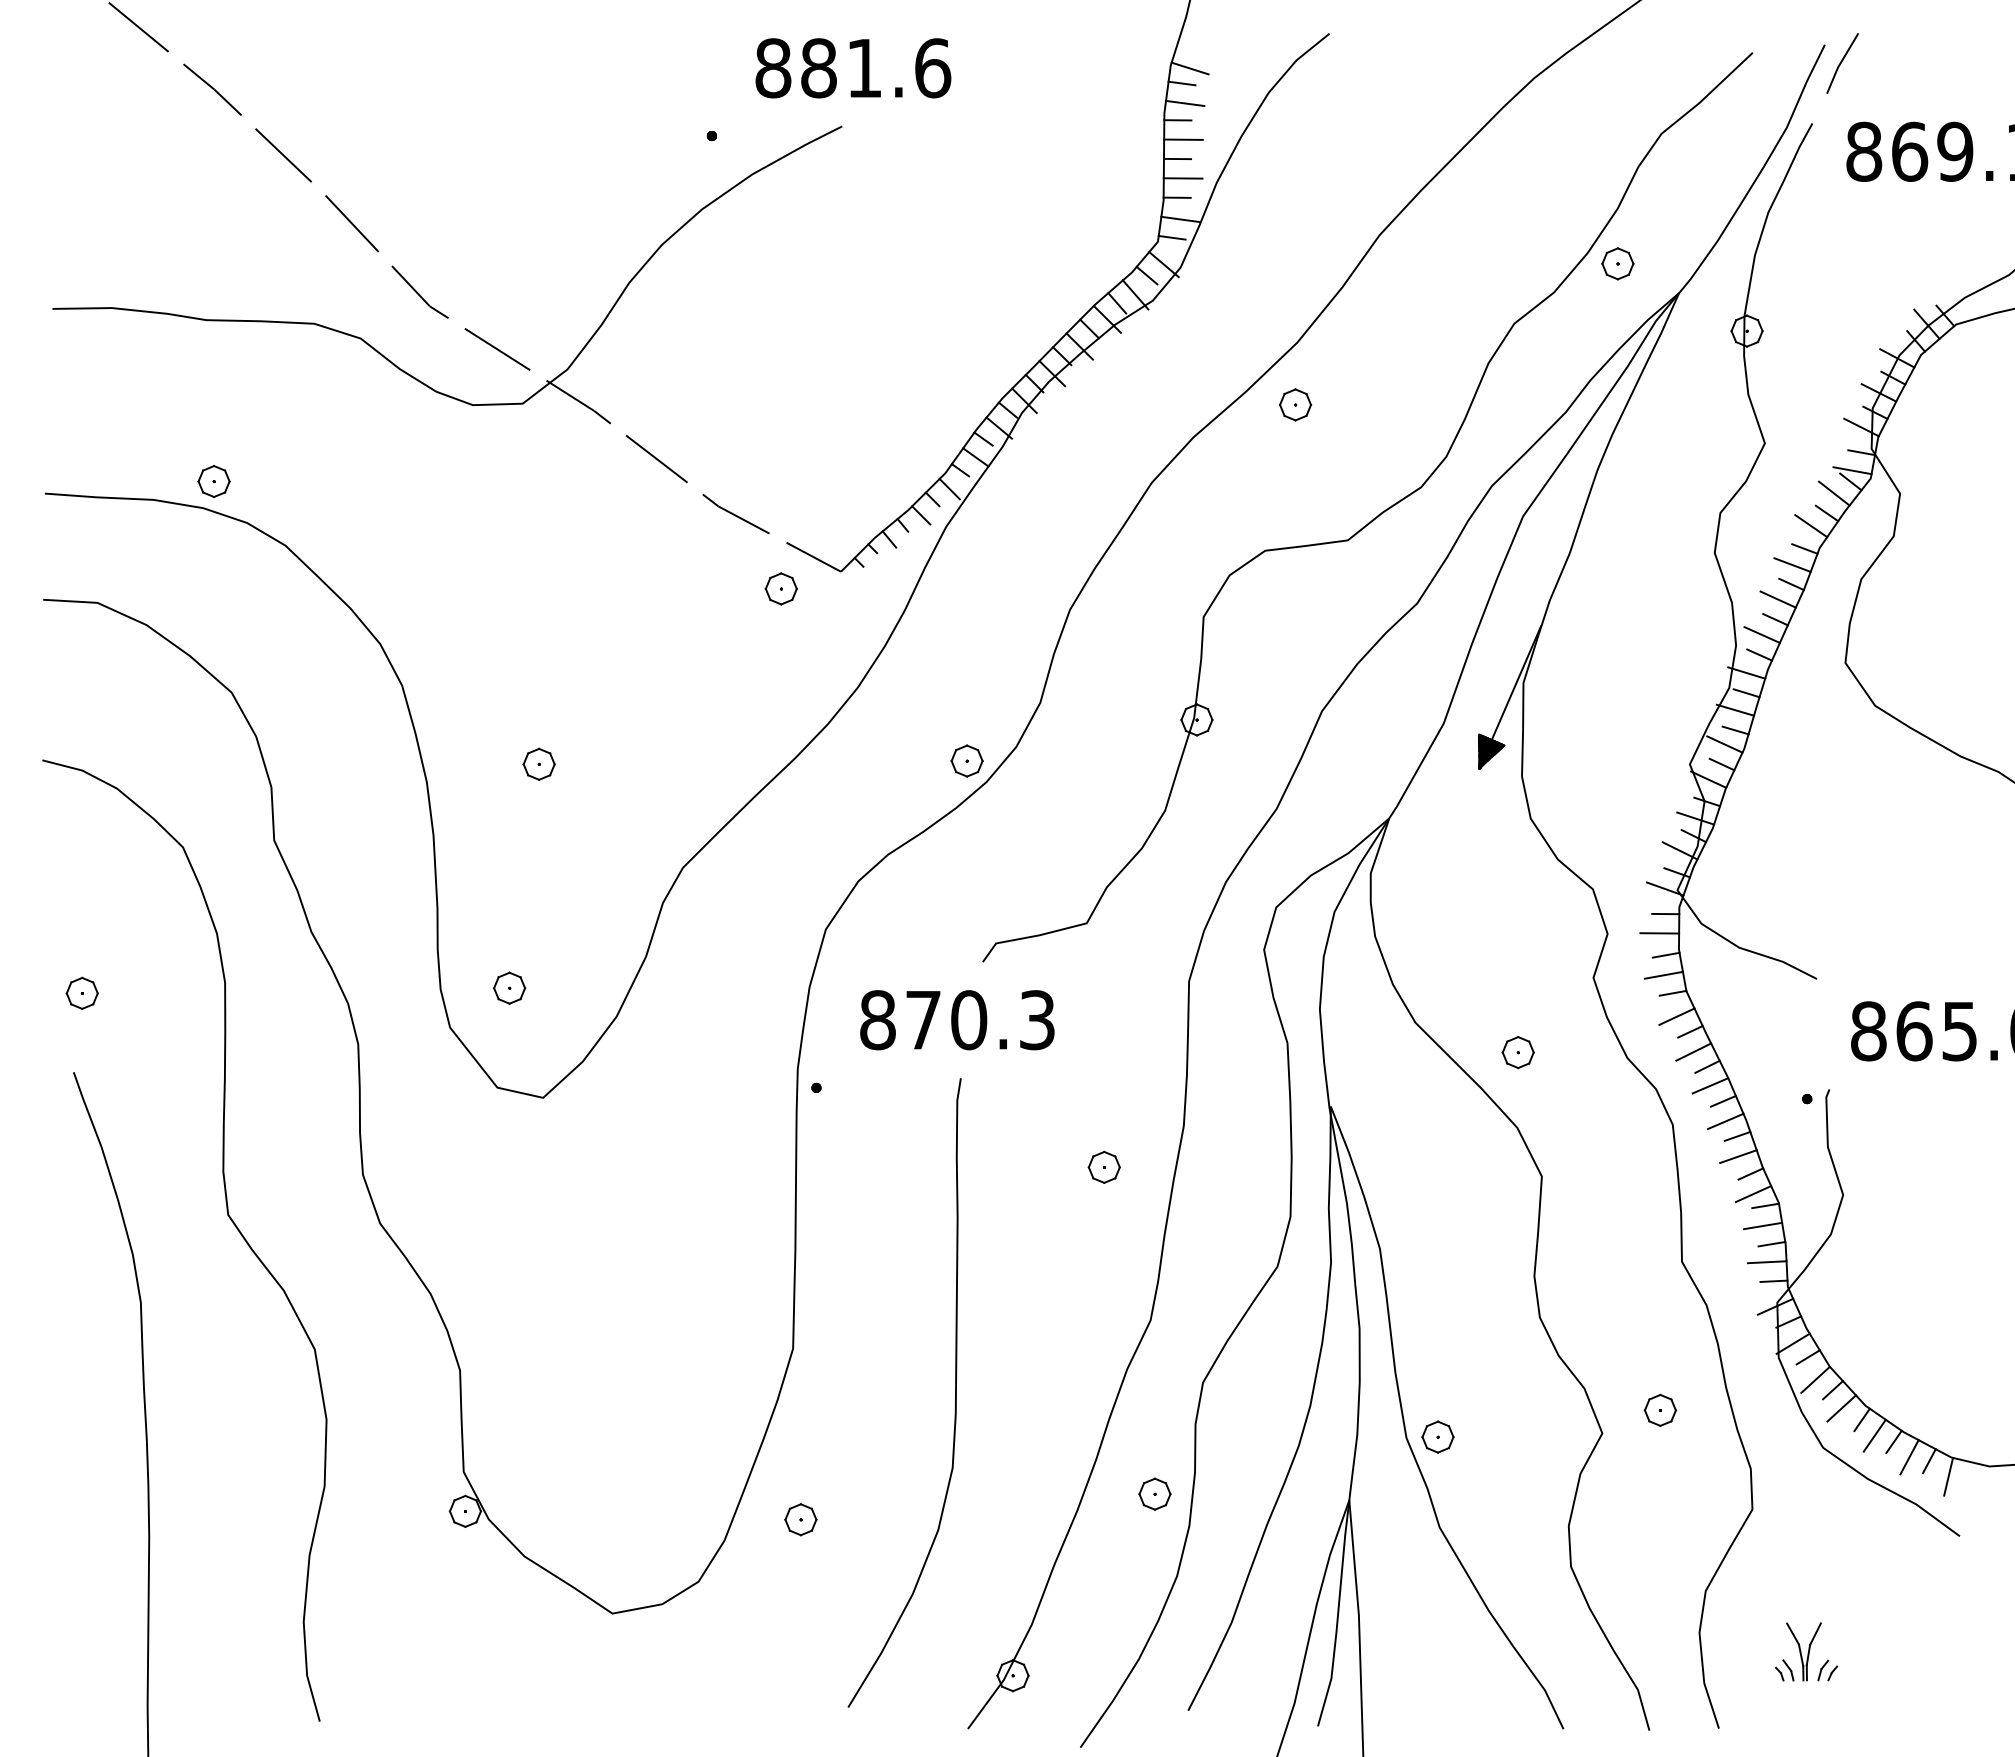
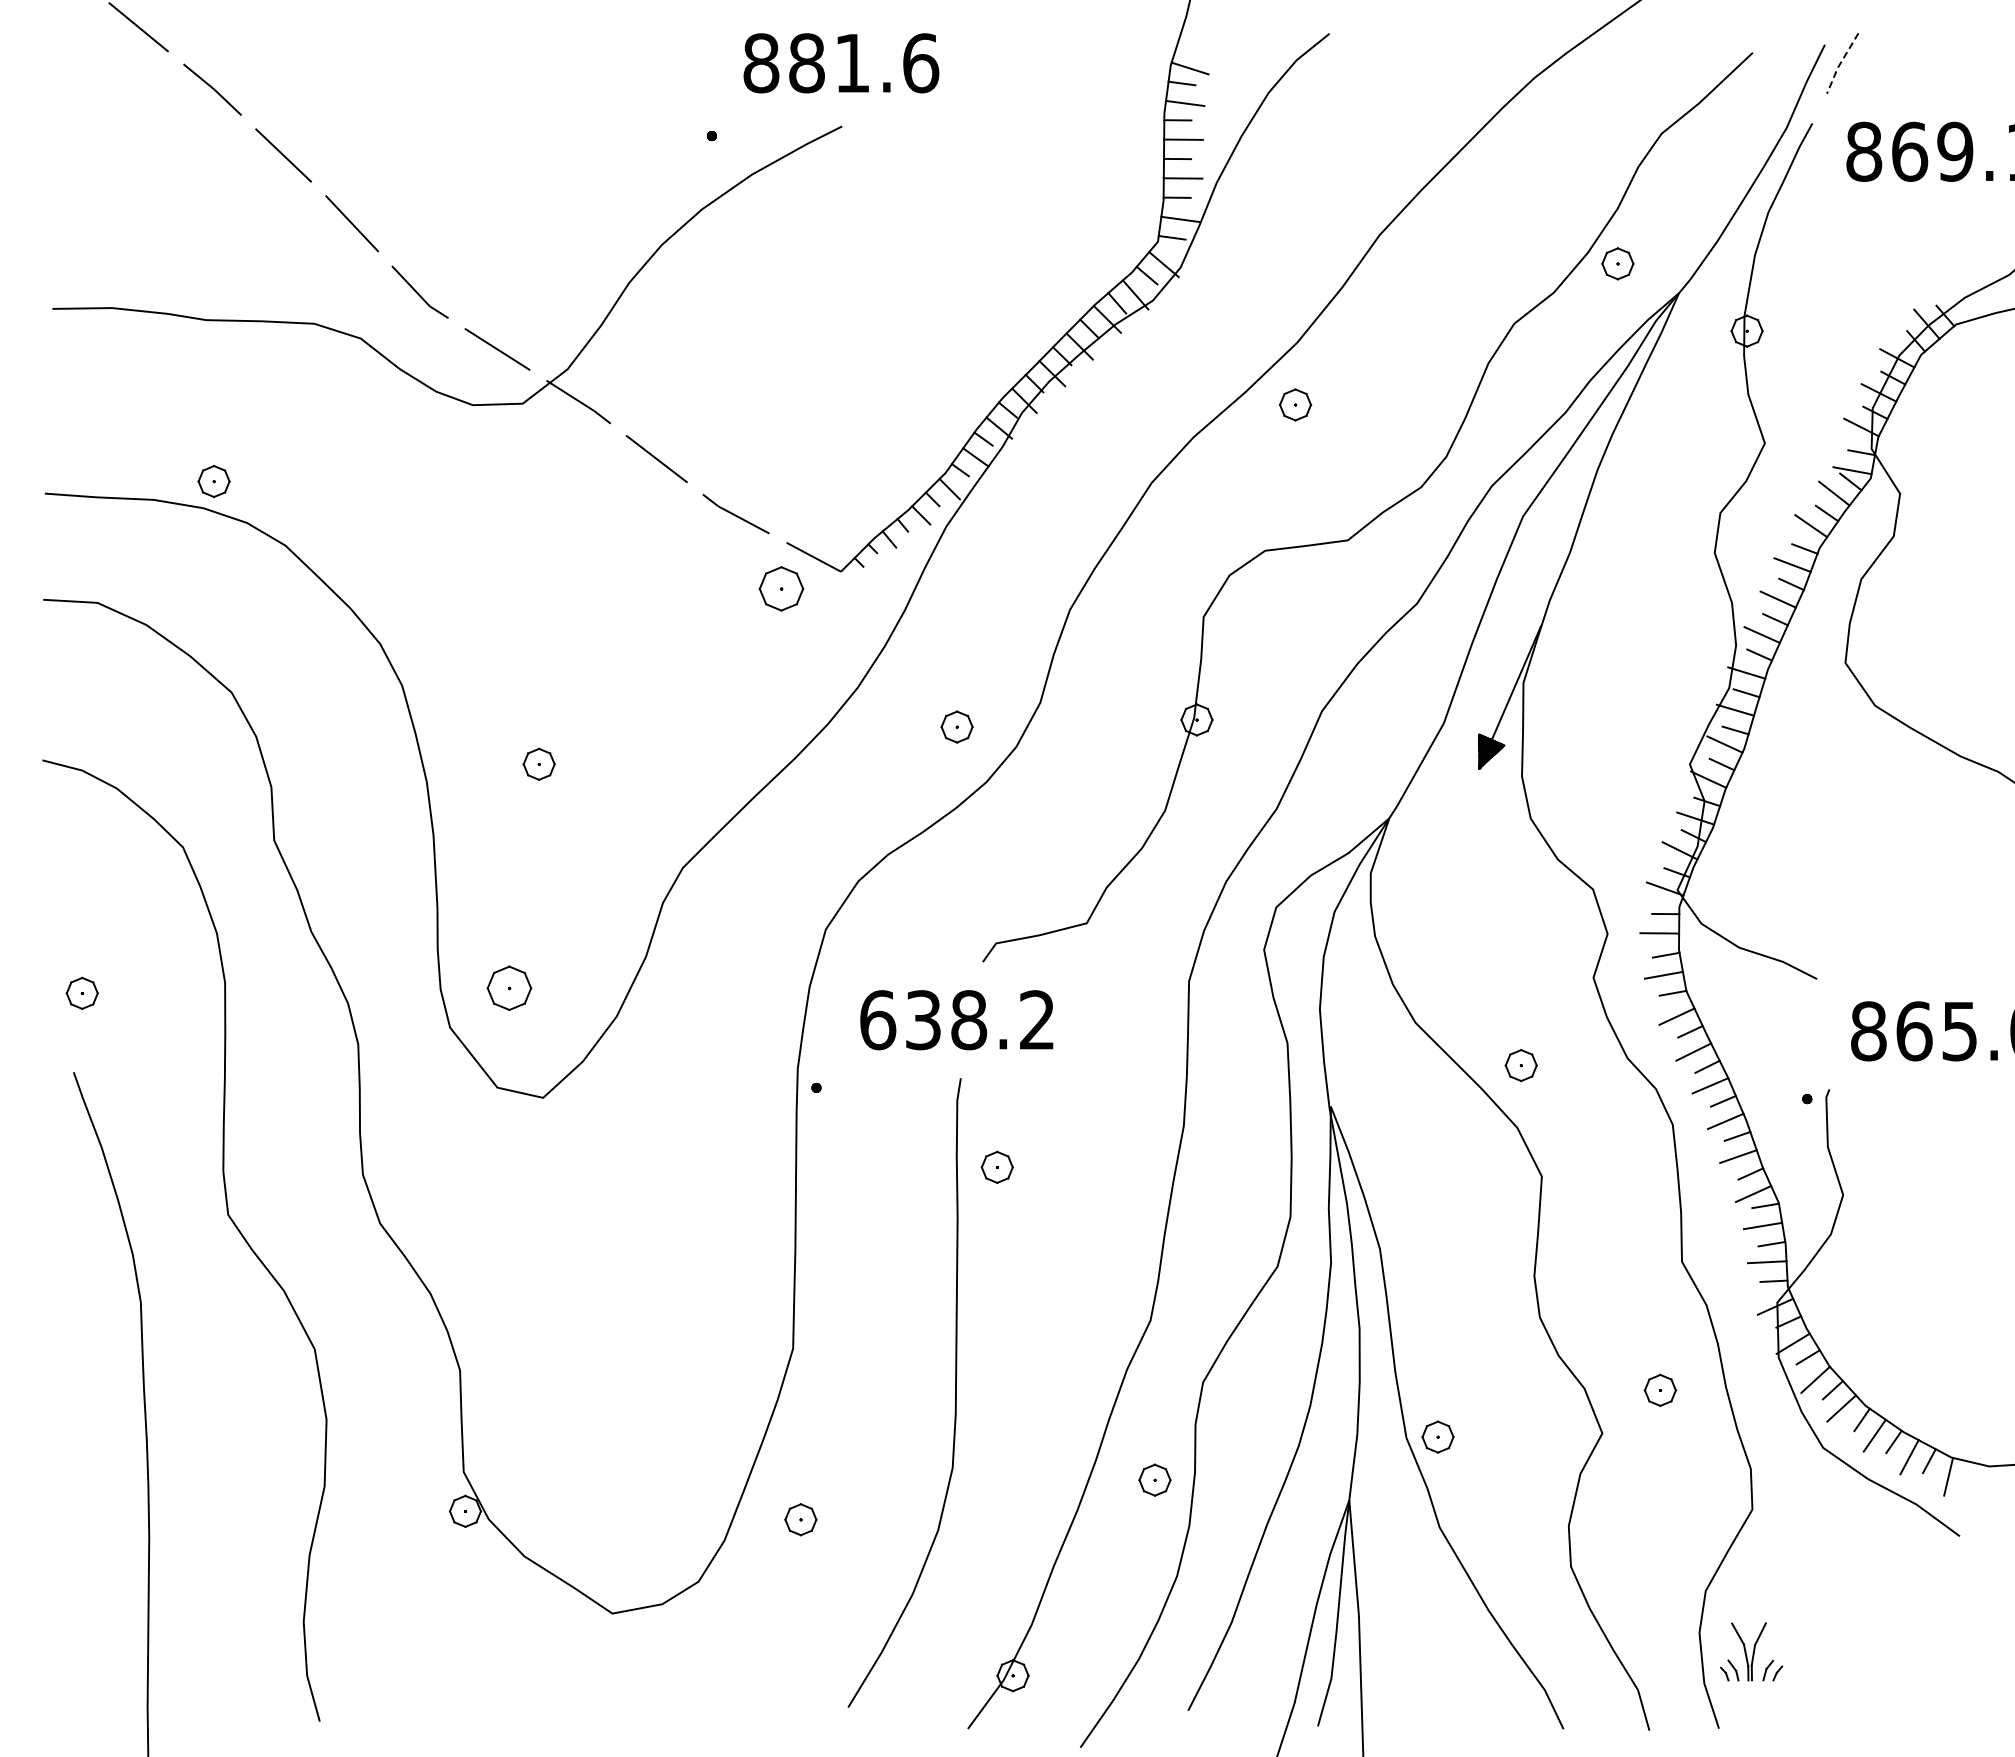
line at (1840, 63): solid -> dashed
text at (853, 68) position: (853, 68) -> (841, 63)
part at (780, 588) size: 34x34 px -> 47x46 px
part at (966, 760) position: (966, 760) -> (956, 726)
part at (509, 987) size: 34x34 px -> 47x47 px
text at (957, 1020): 870.3 -> 638.2
part at (1517, 1052) position: (1517, 1052) -> (1520, 1065)
part at (1103, 1166) position: (1103, 1166) -> (996, 1166)
part at (1659, 1409) position: (1659, 1409) -> (1659, 1389)
part at (1154, 1493) position: (1154, 1493) -> (1154, 1479)
part at (1806, 1651) position: (1806, 1651) -> (1751, 1651)
